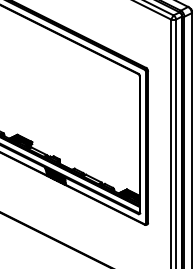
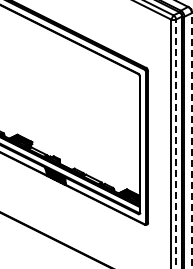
line at (191, 139): solid -> dashed
line at (176, 143): solid -> dashed
